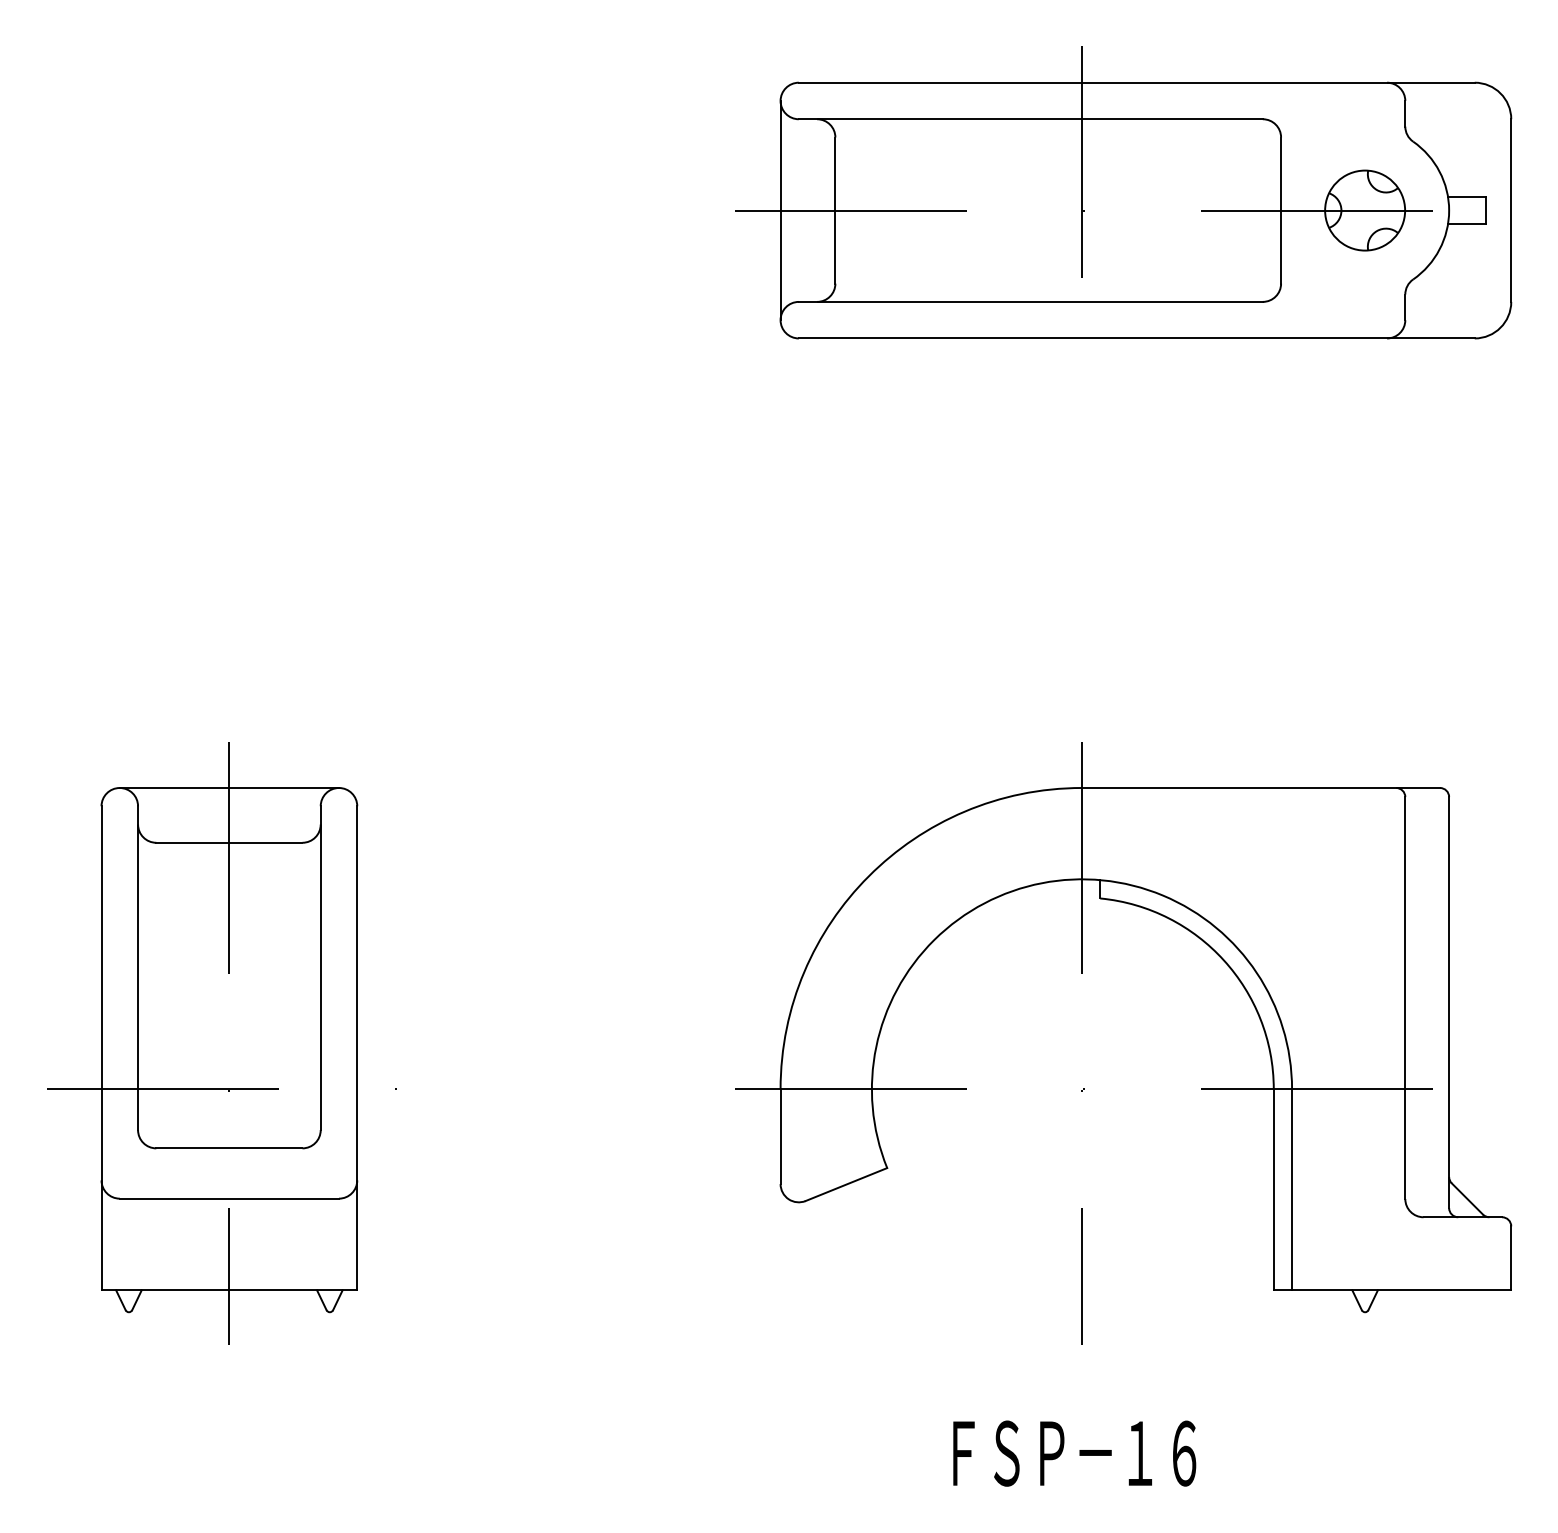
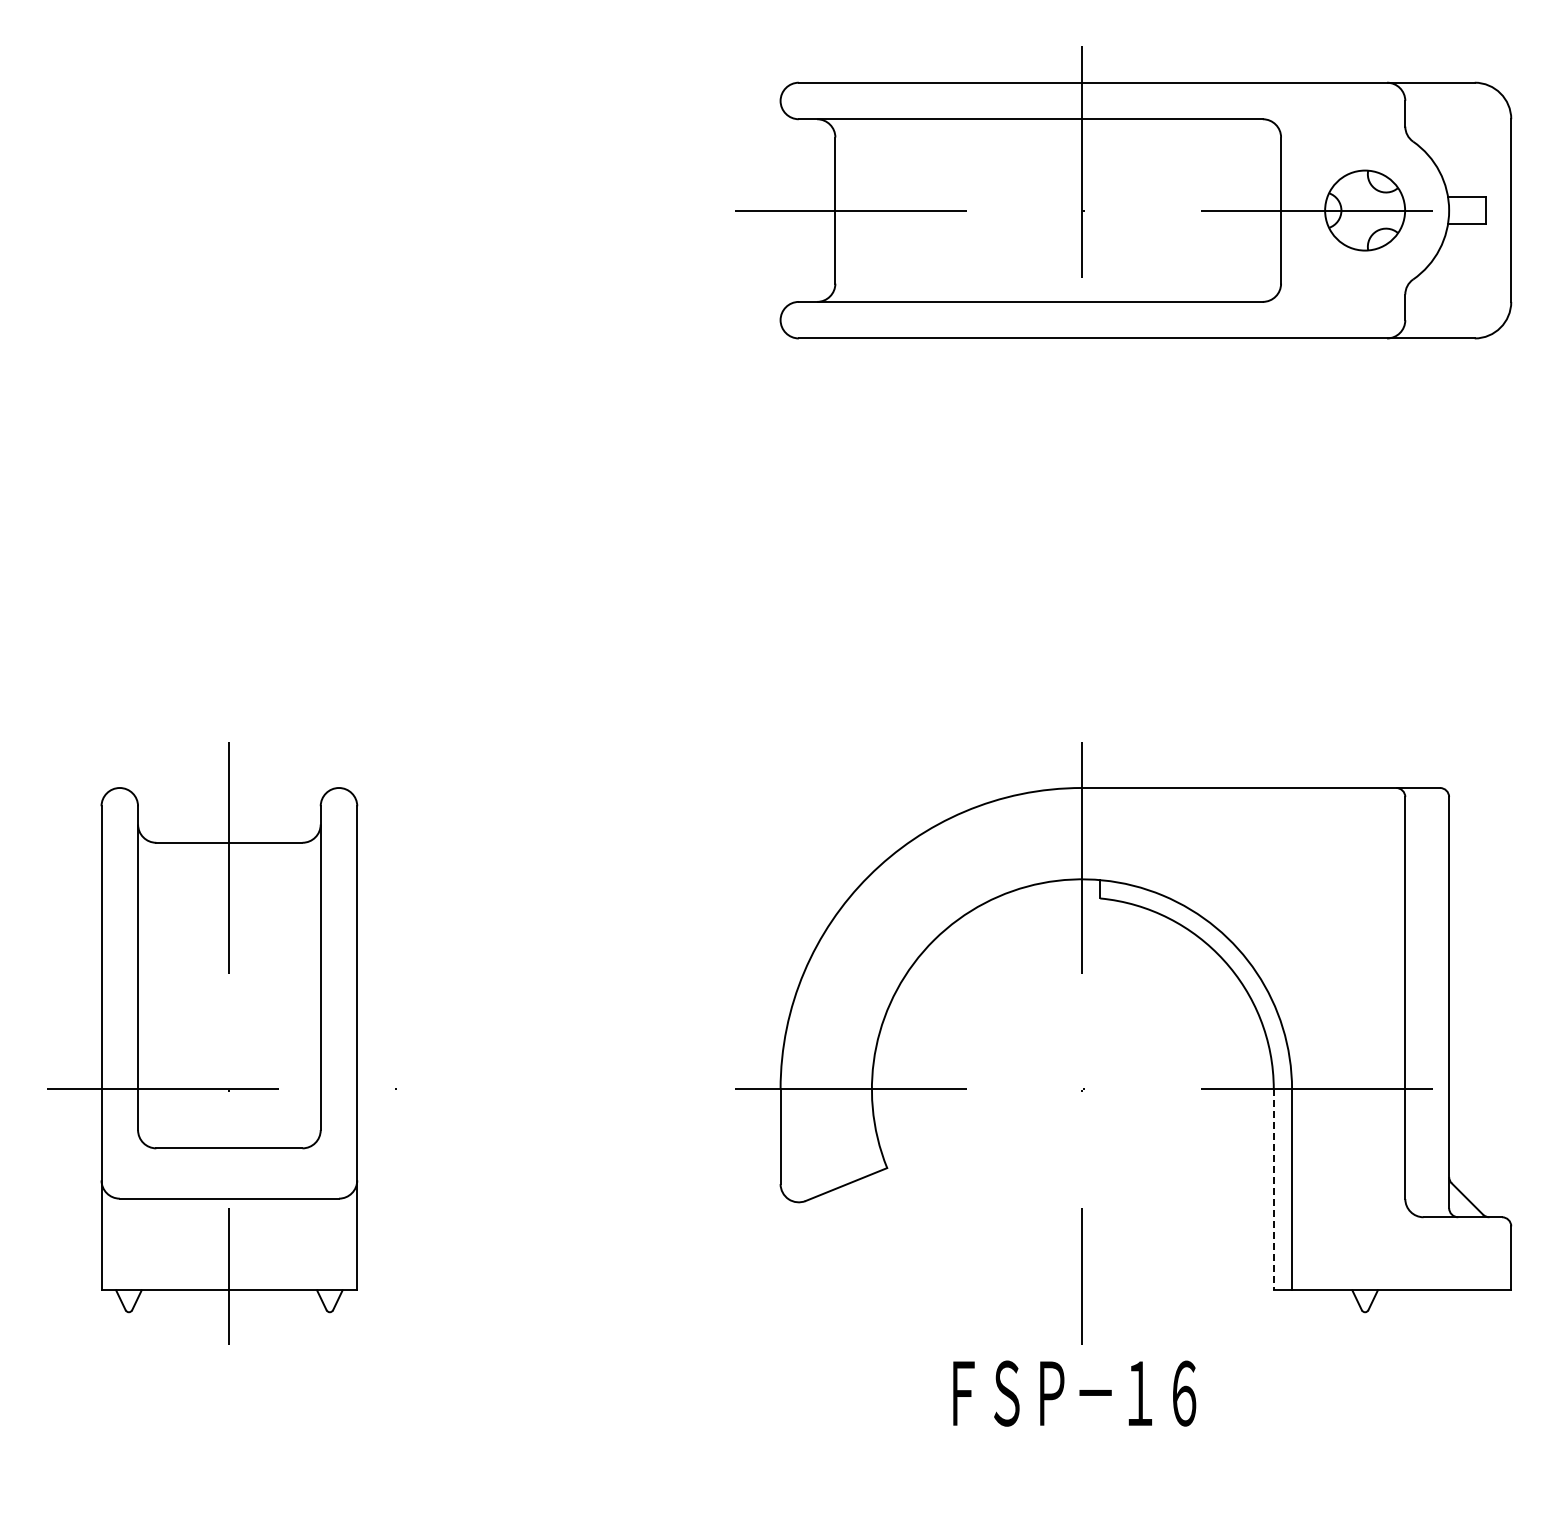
line at (780, 210): present -> none
line at (229, 787): present -> none
line at (1273, 1190): solid -> dashed
text at (1074, 1453) position: (1074, 1453) -> (1074, 1393)
